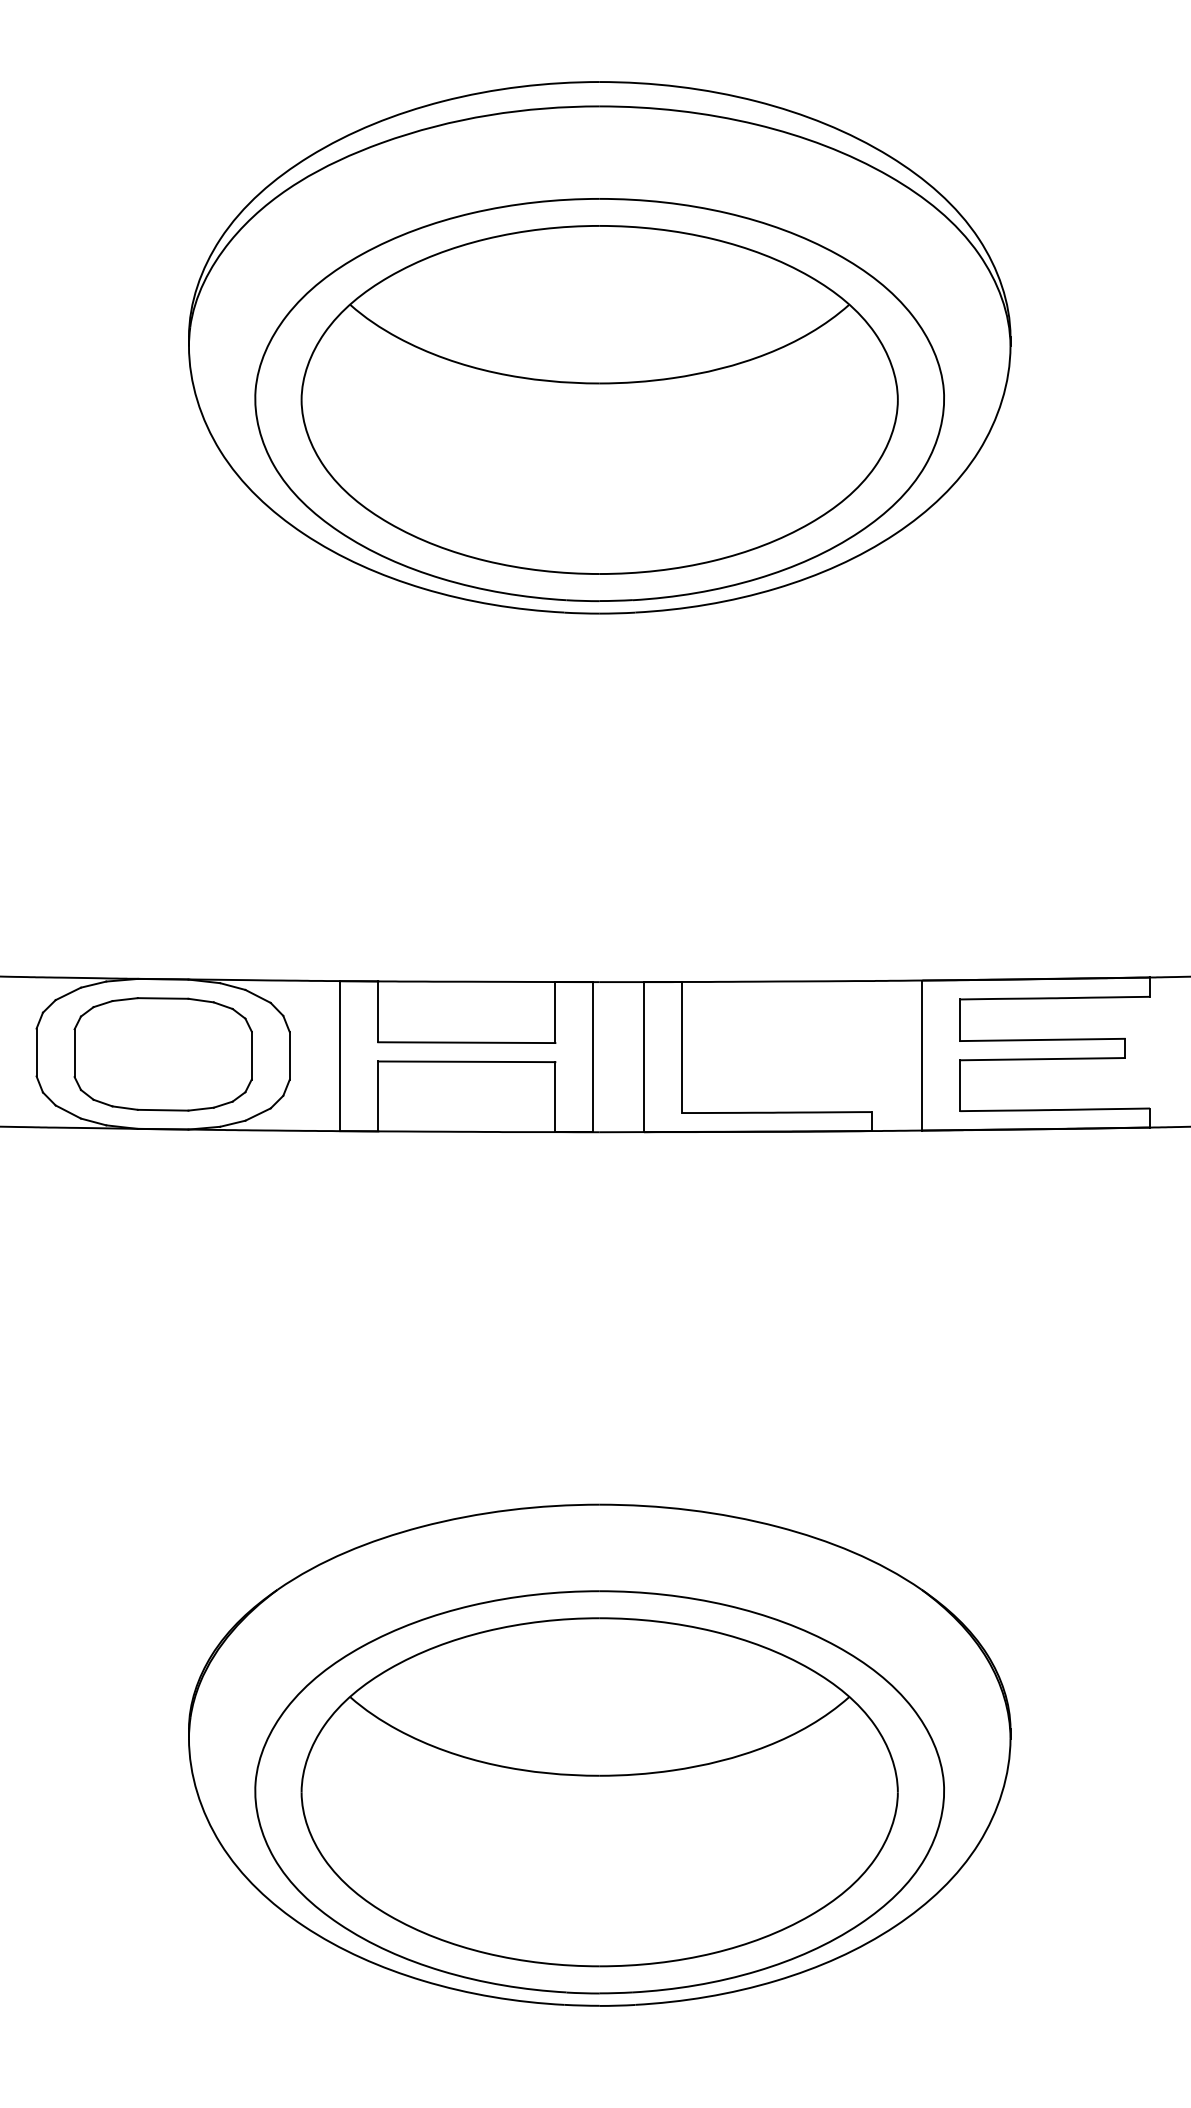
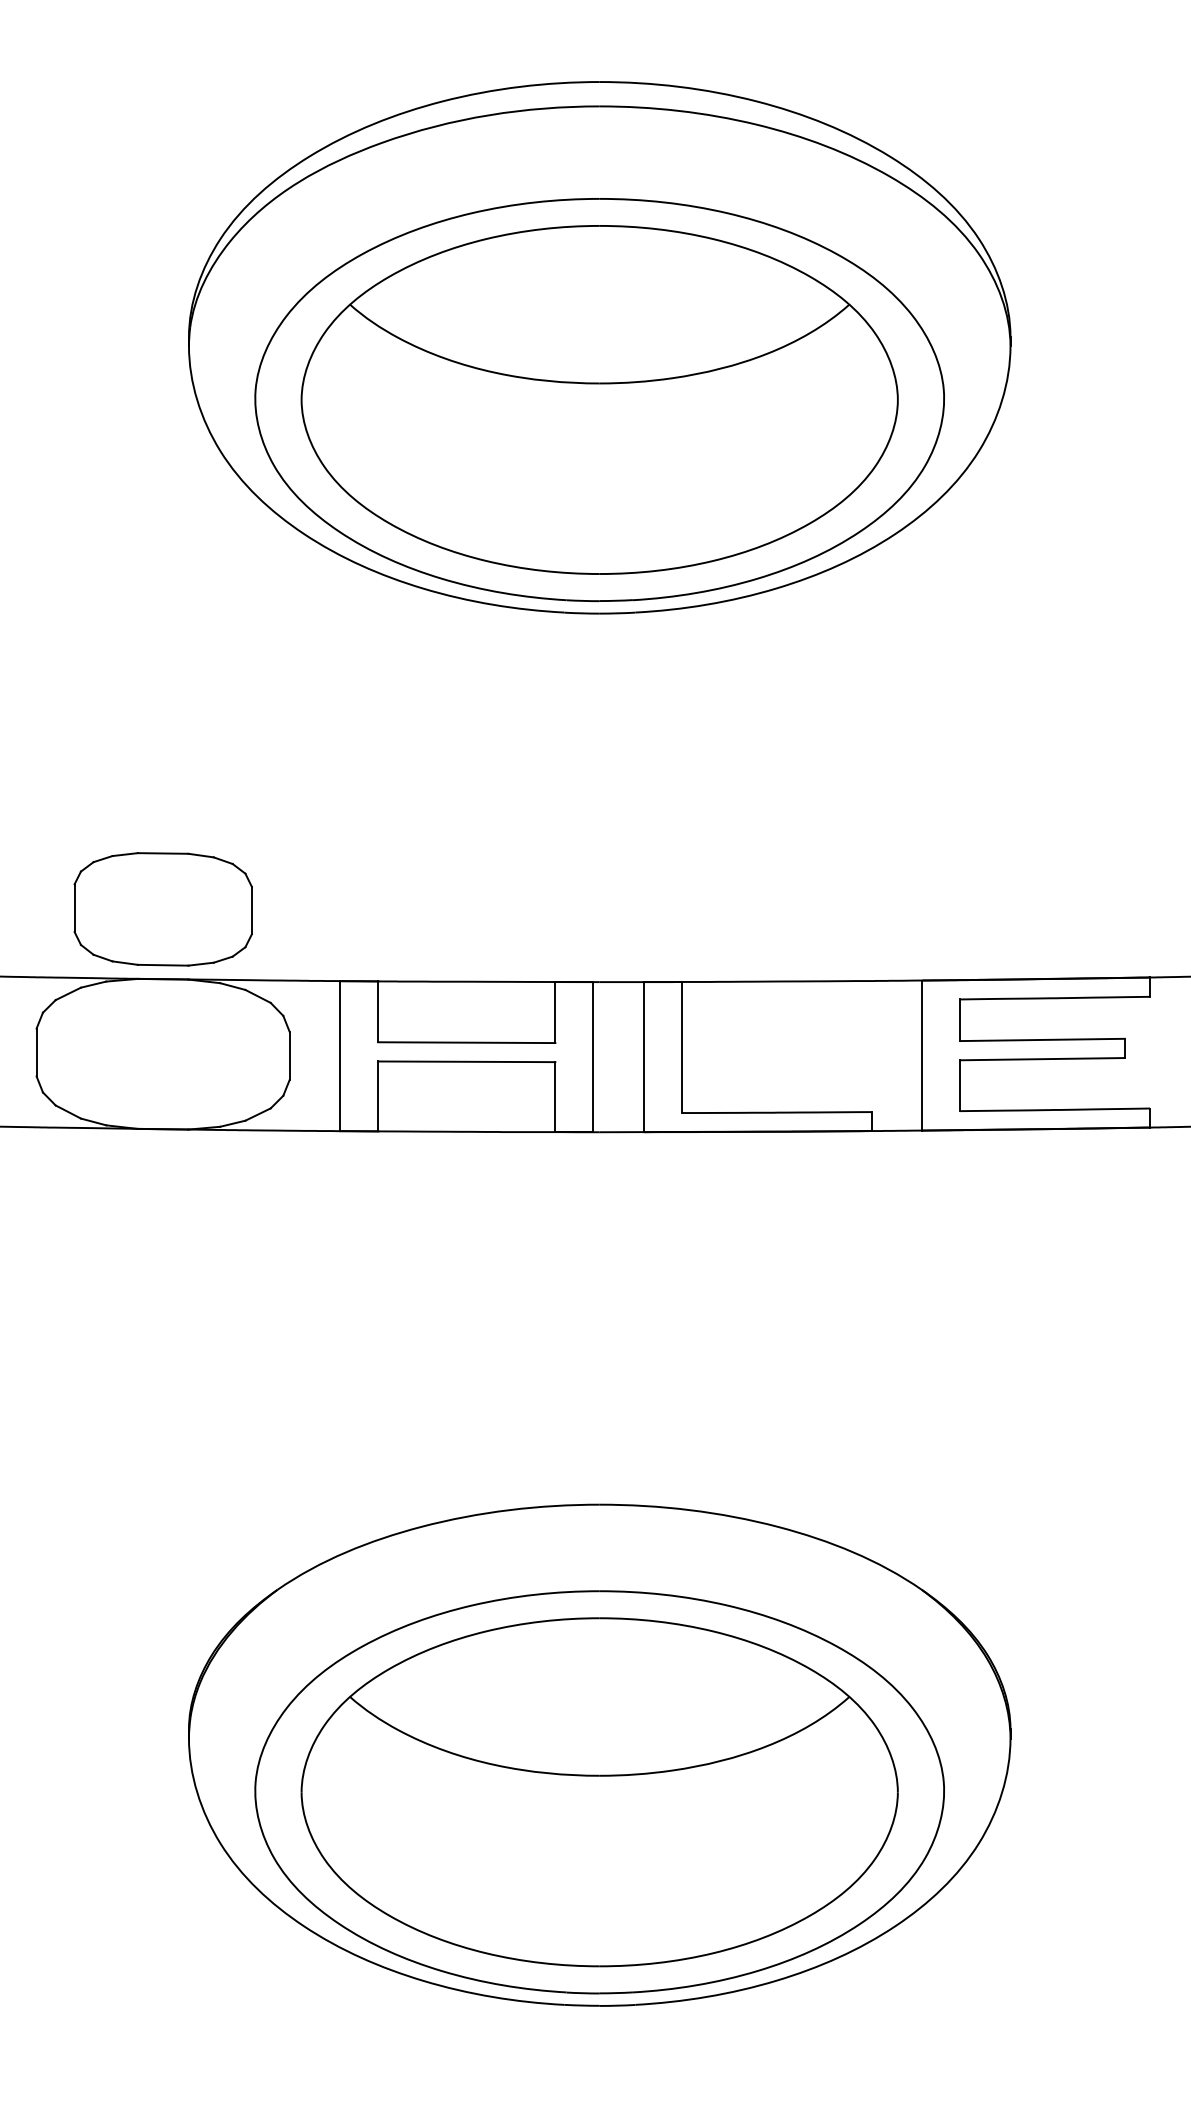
part at (162, 1054) position: (162, 1054) -> (162, 909)
